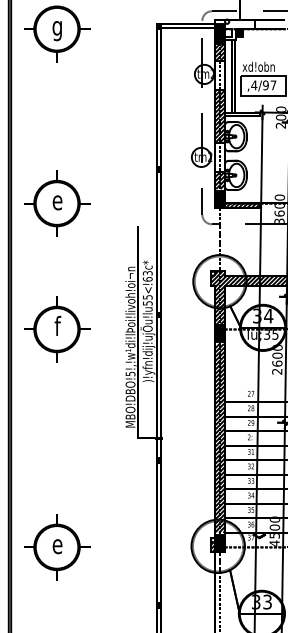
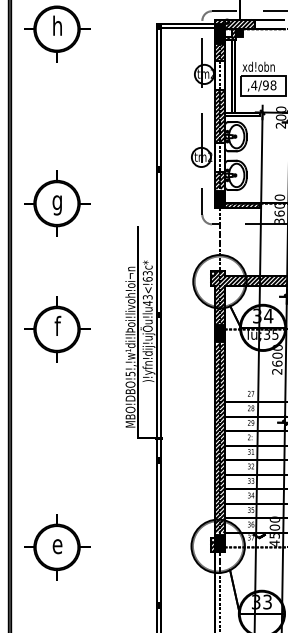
text at (56, 28): g -> h
hatch at (234, 29): none -> present
text at (273, 85): ,4/97 -> ,4/98
text at (57, 205): e -> g
text at (147, 300): )!yfn!dij!ujÖu!lu55<!63c* -> )!yfn!dij!ujÖu!lu43<!63c*
